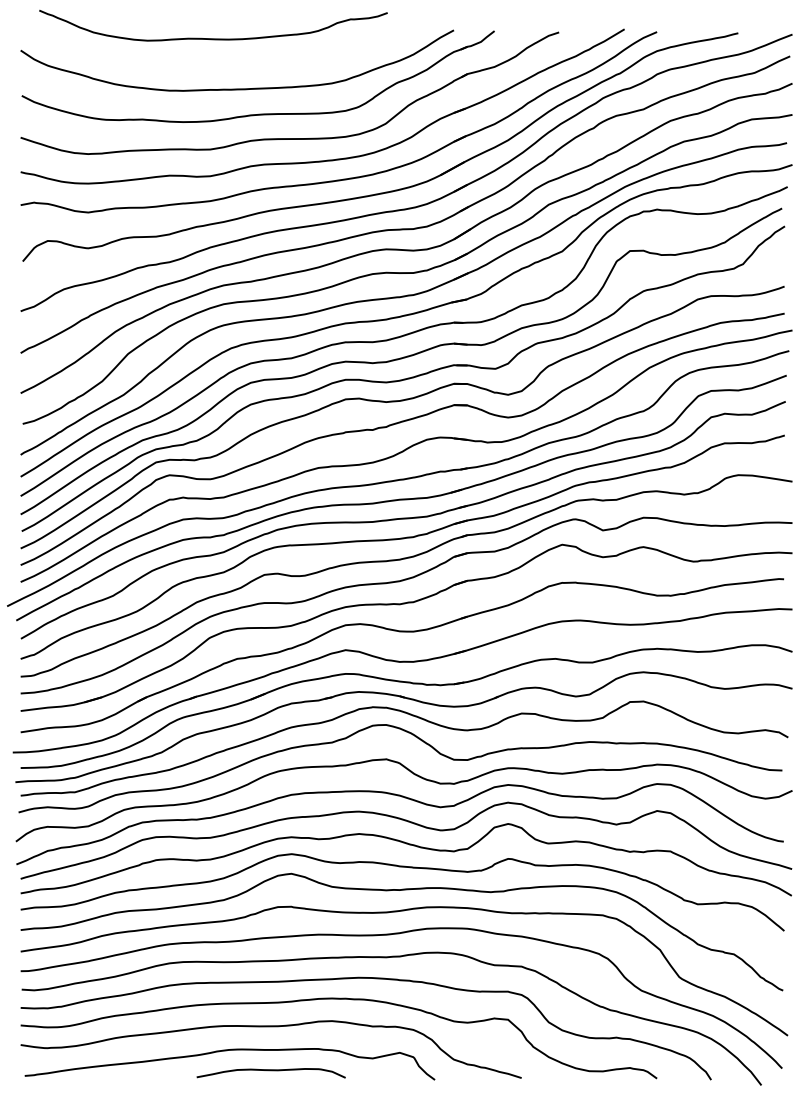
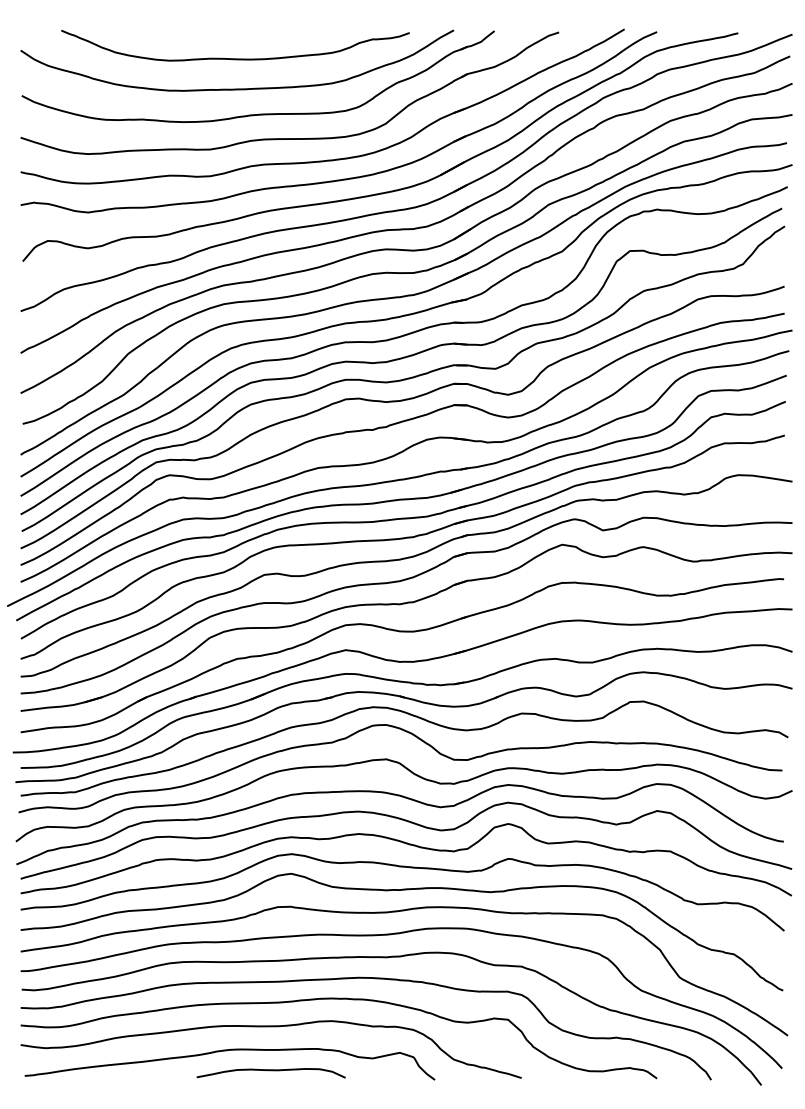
curve at (213, 38) position: (213, 38) -> (235, 58)
